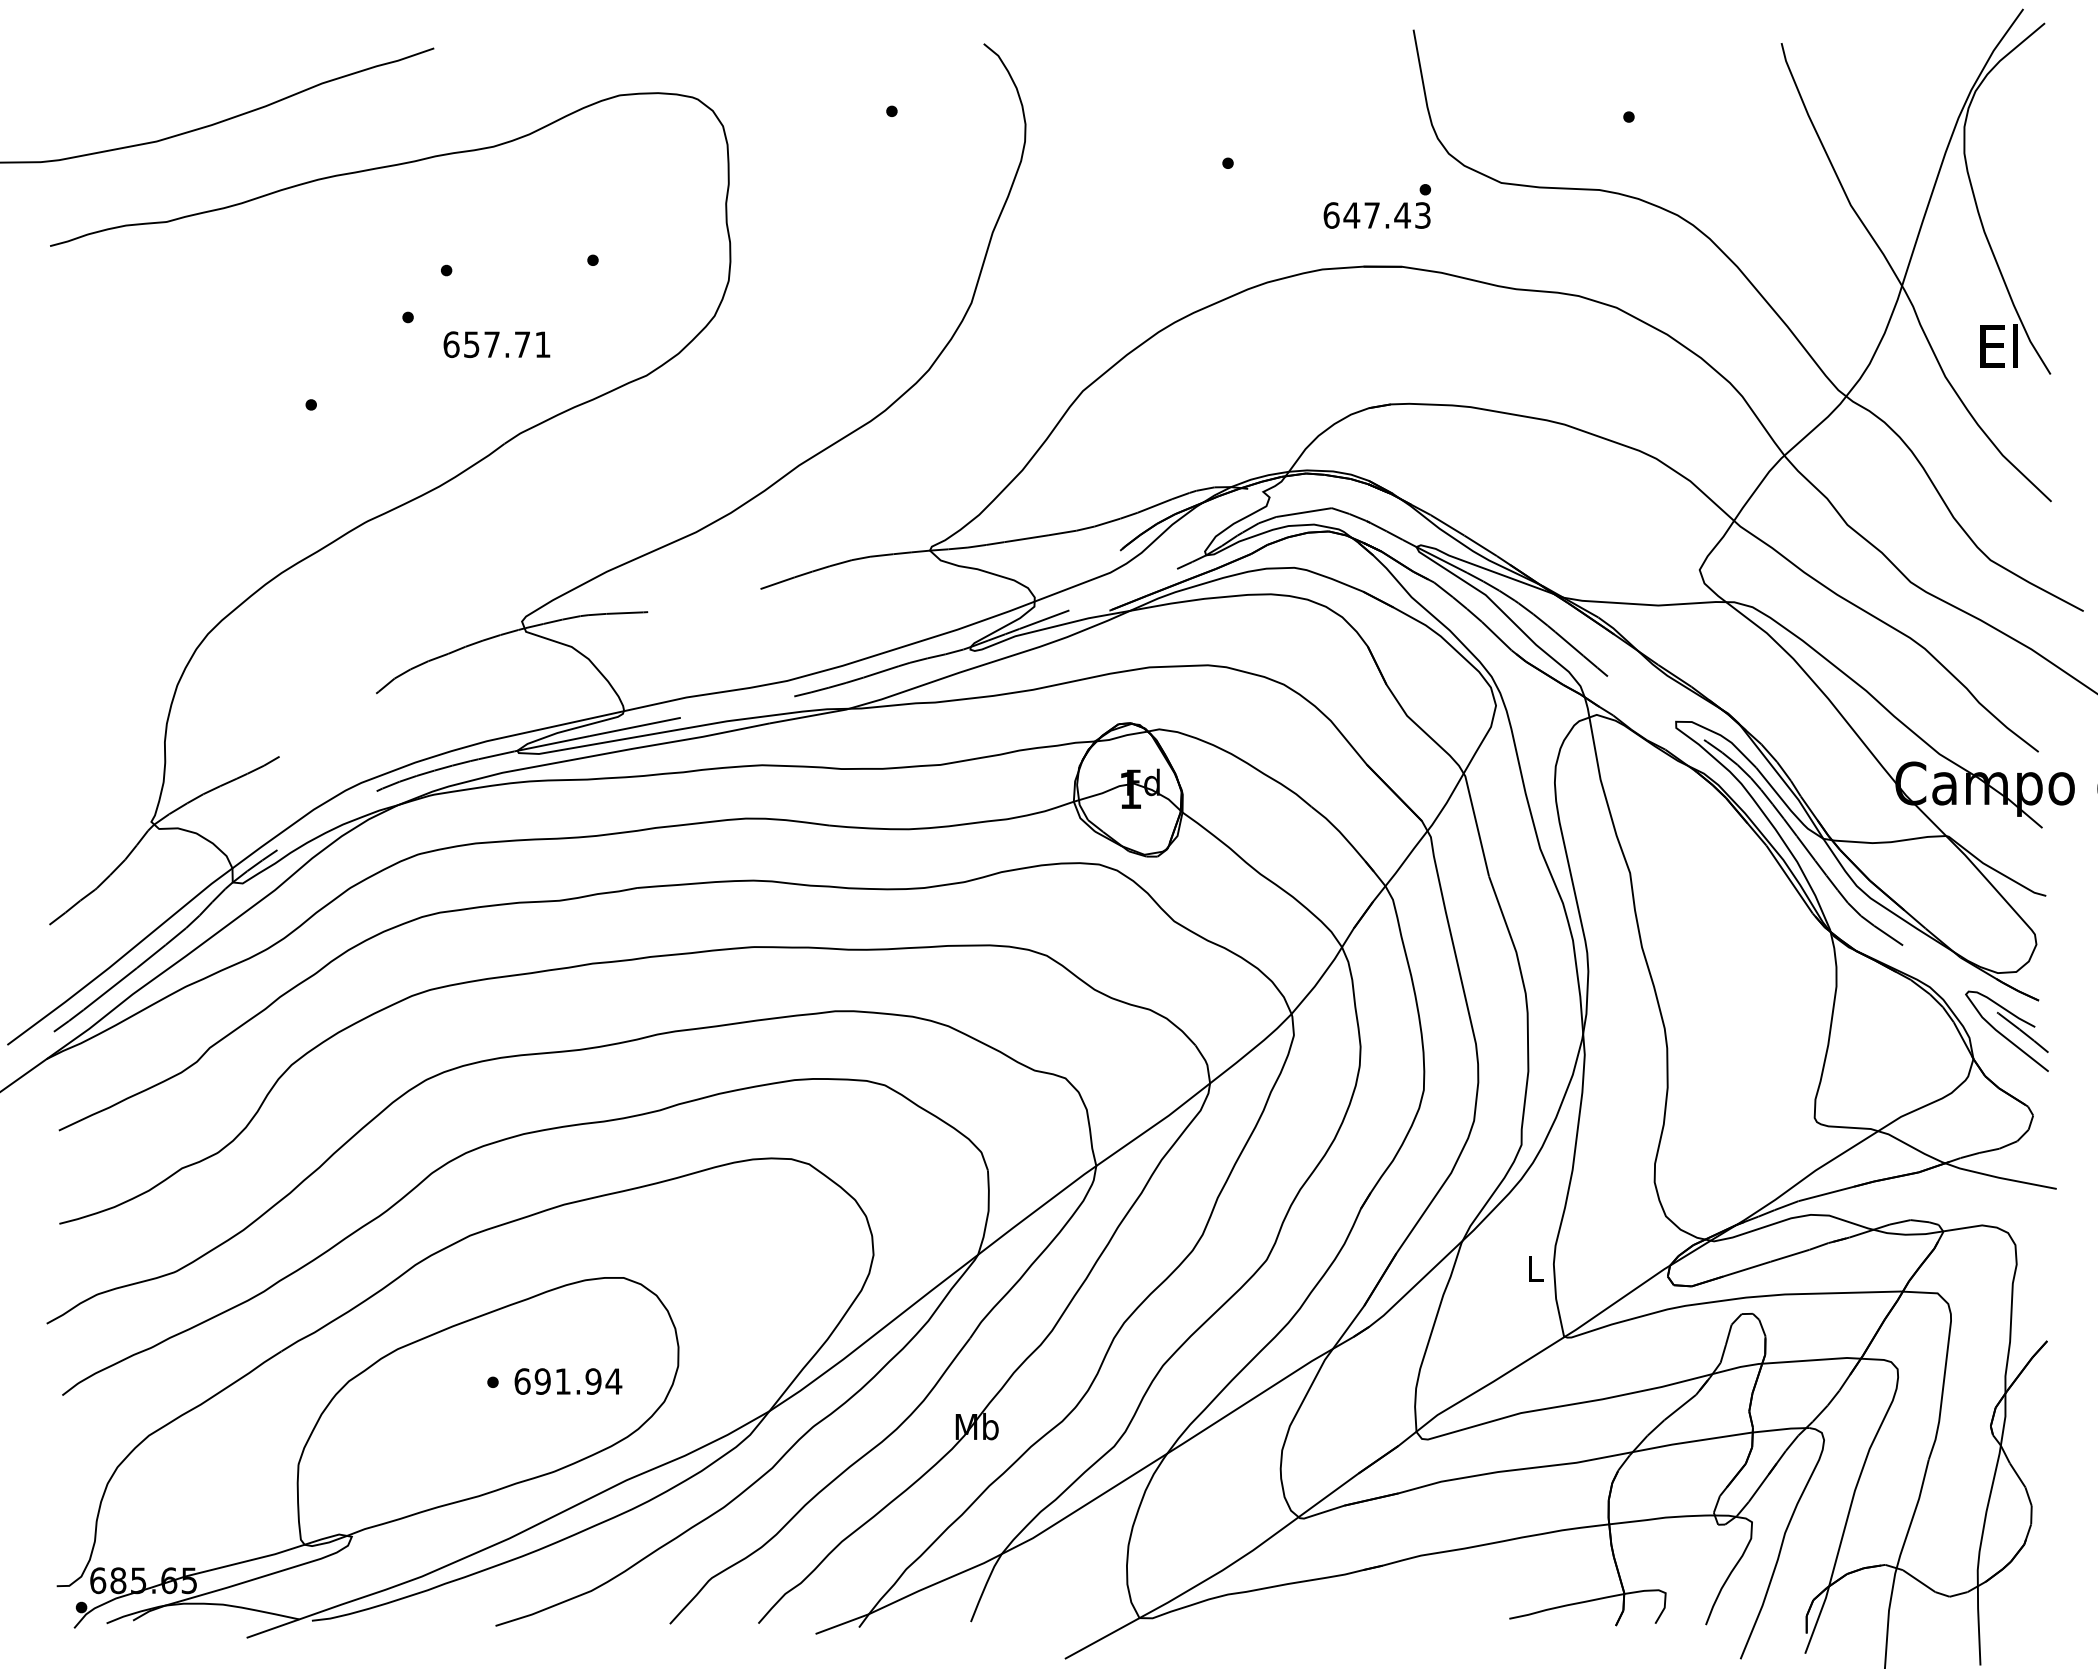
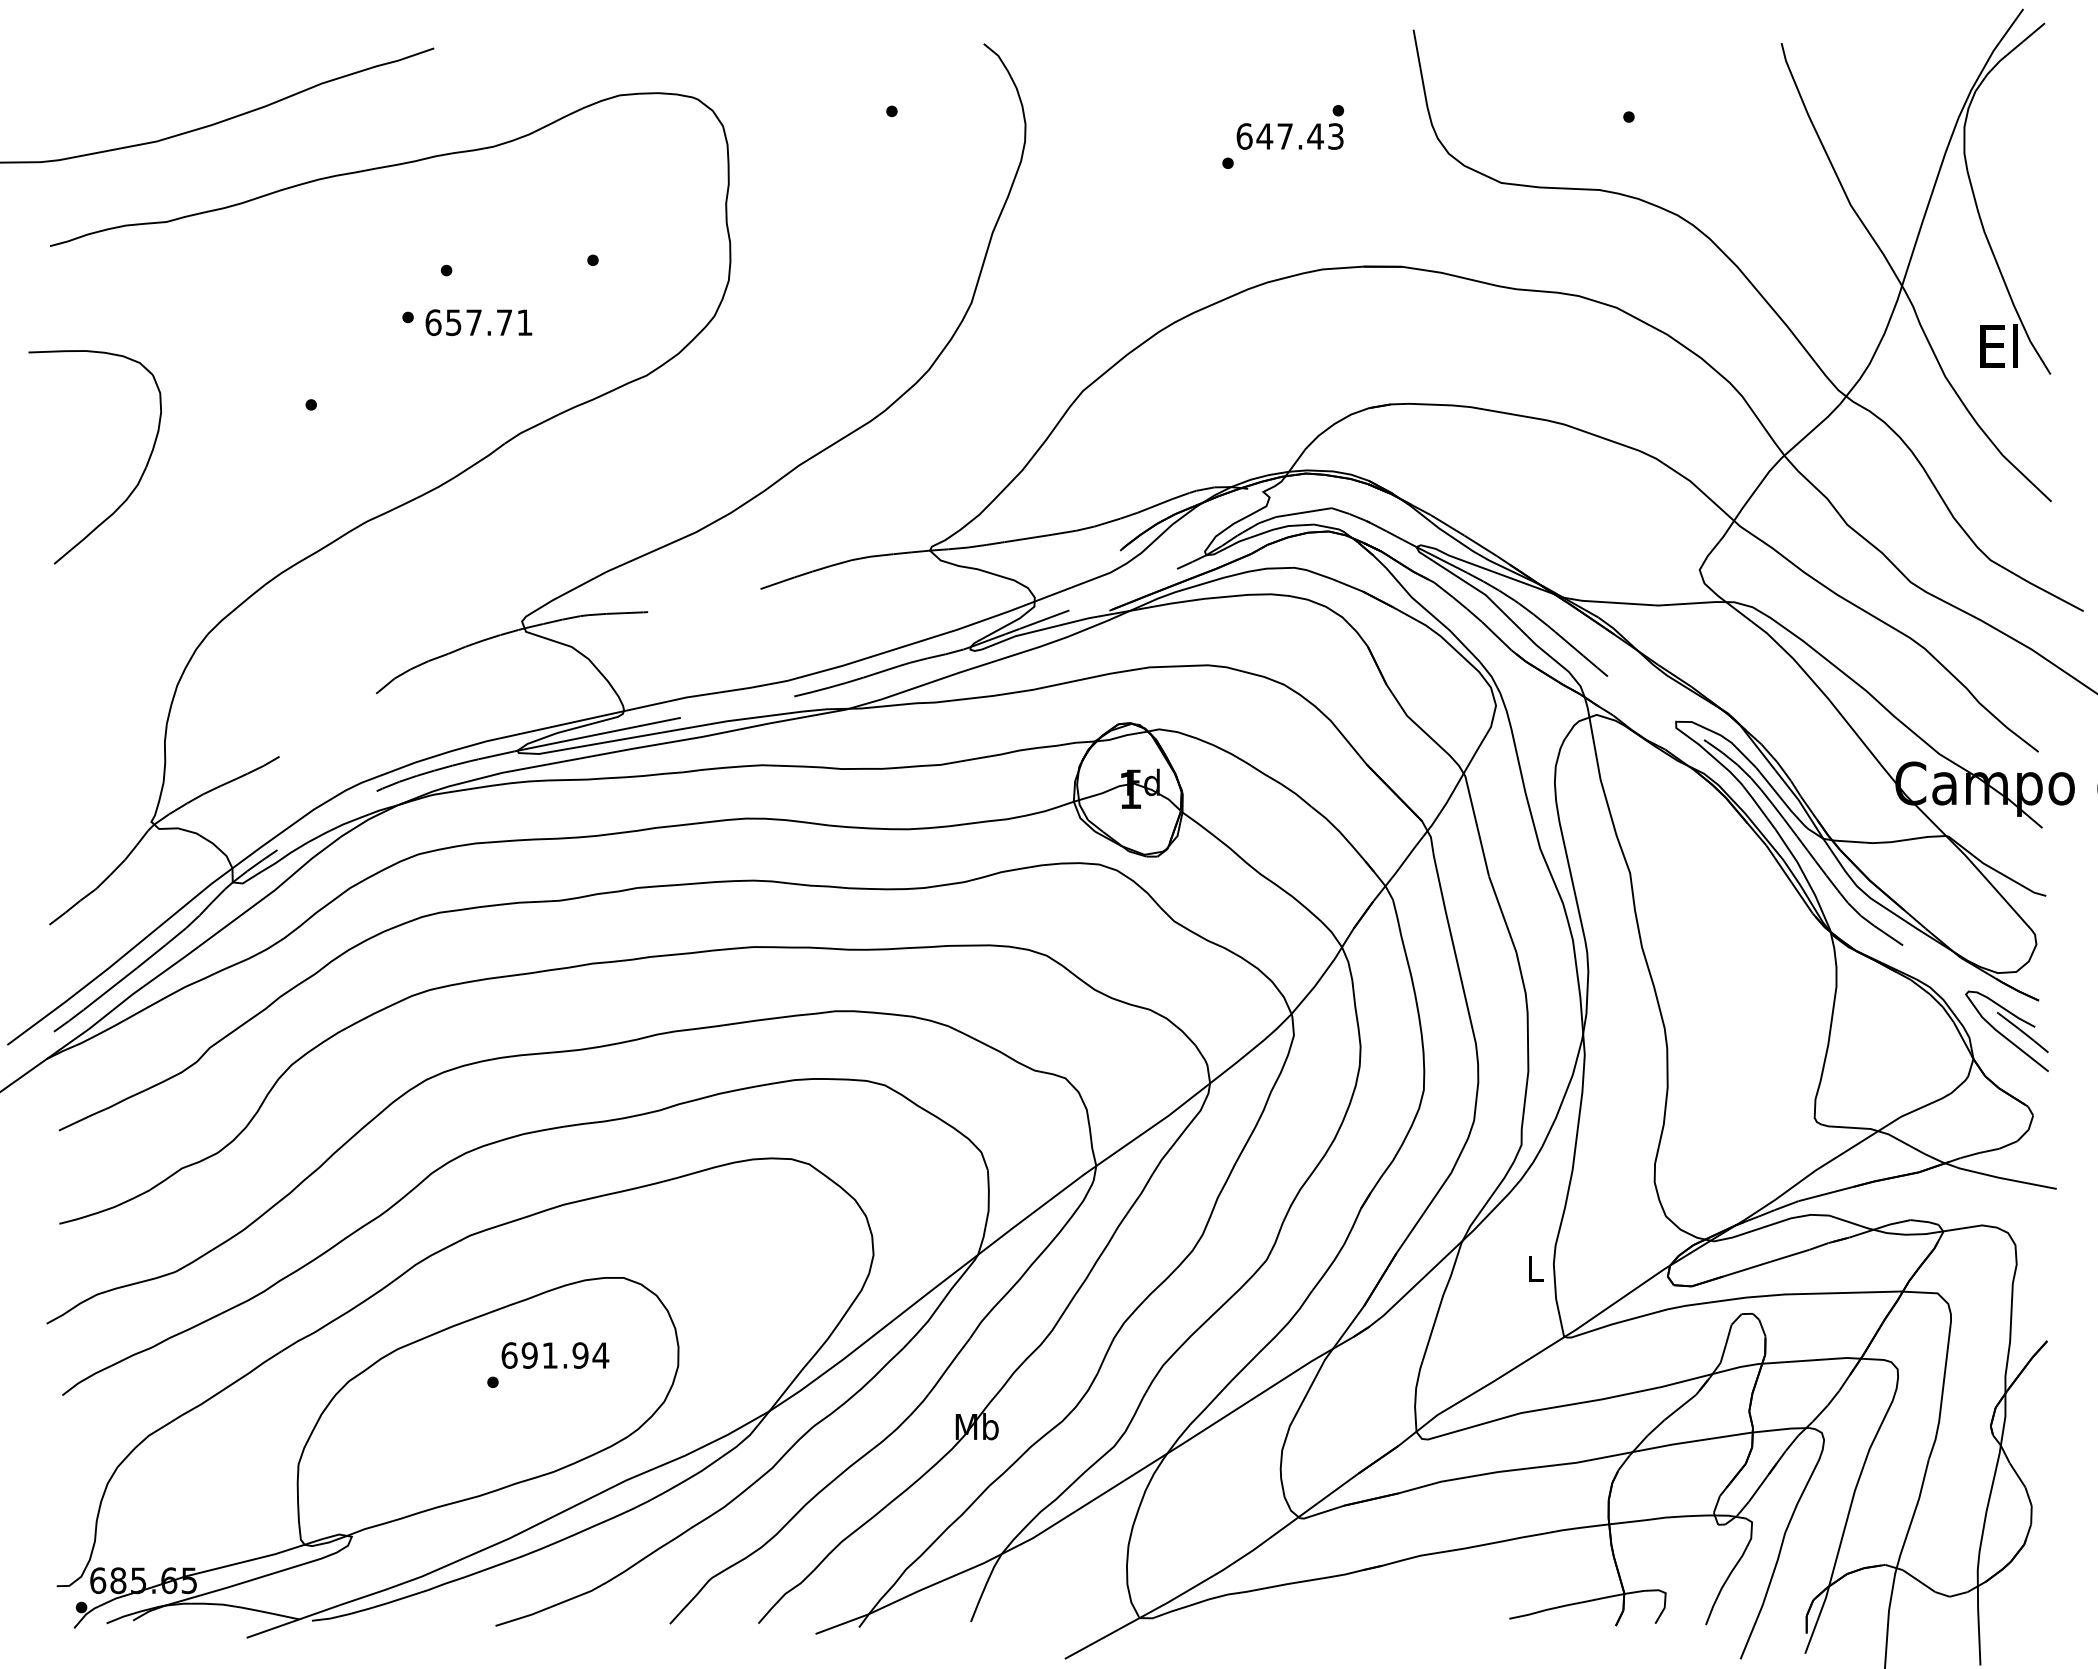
text at (1376, 206) position: (1376, 206) -> (1289, 127)
text at (496, 344) position: (496, 344) -> (478, 322)
part at (138, 480): none -> present
text at (568, 1381) position: (568, 1381) -> (555, 1355)
